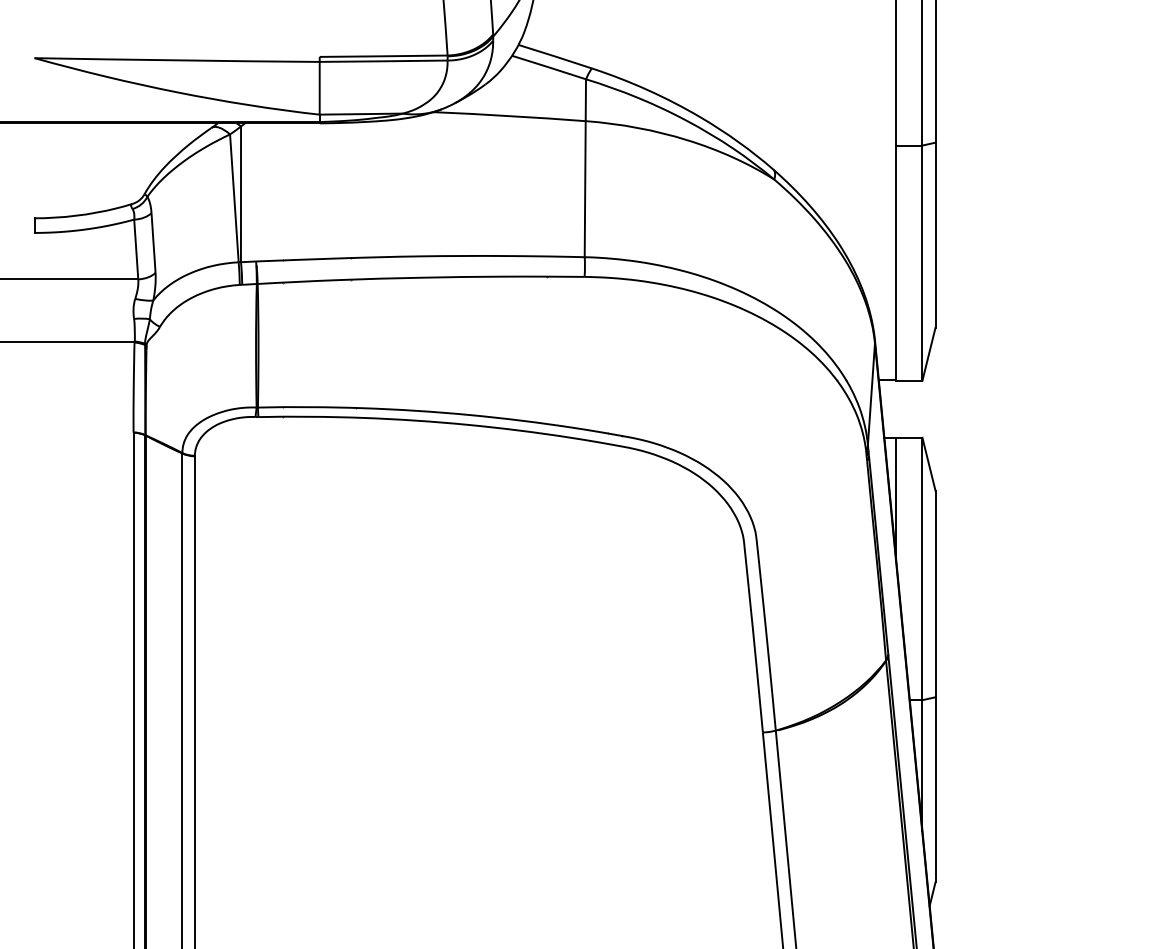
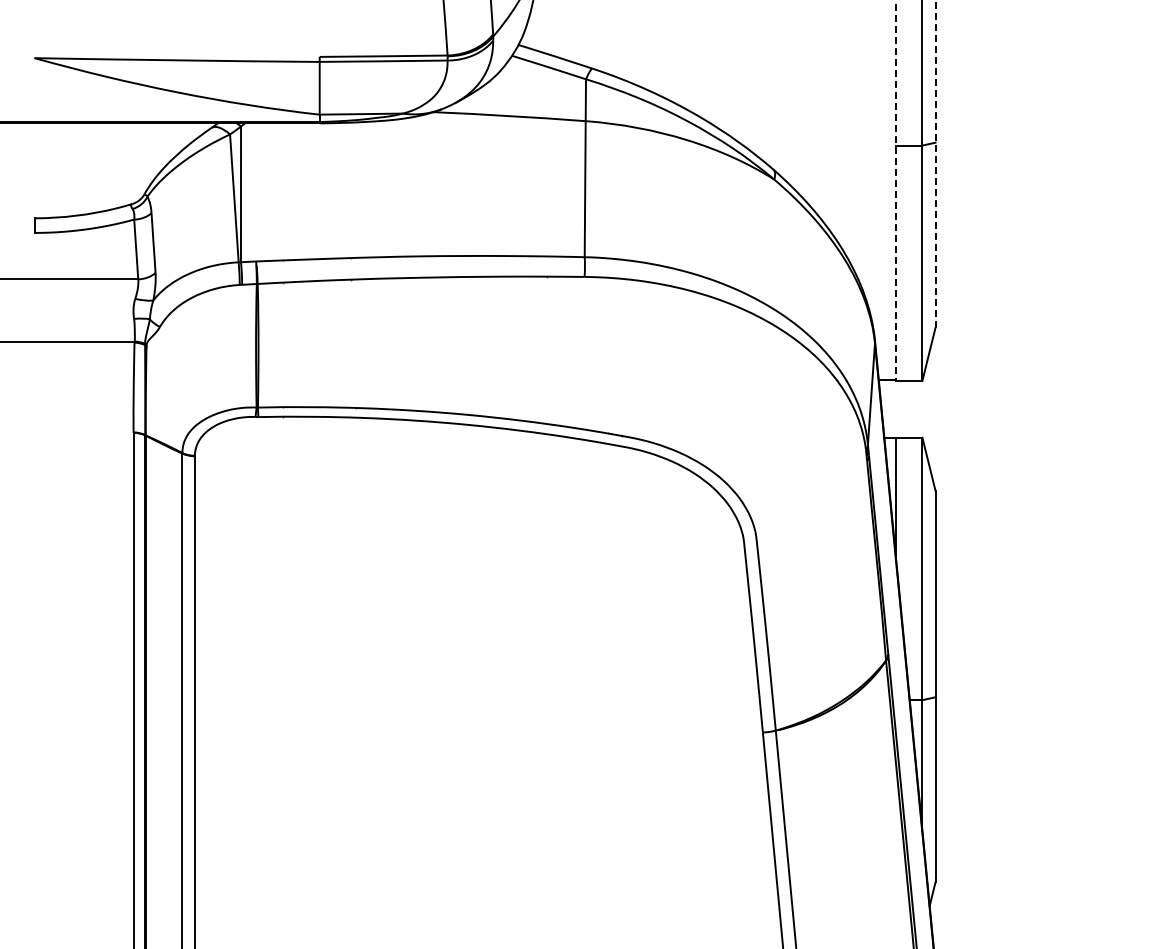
line at (935, 163): solid -> dashed
line at (896, 190): solid -> dashed
